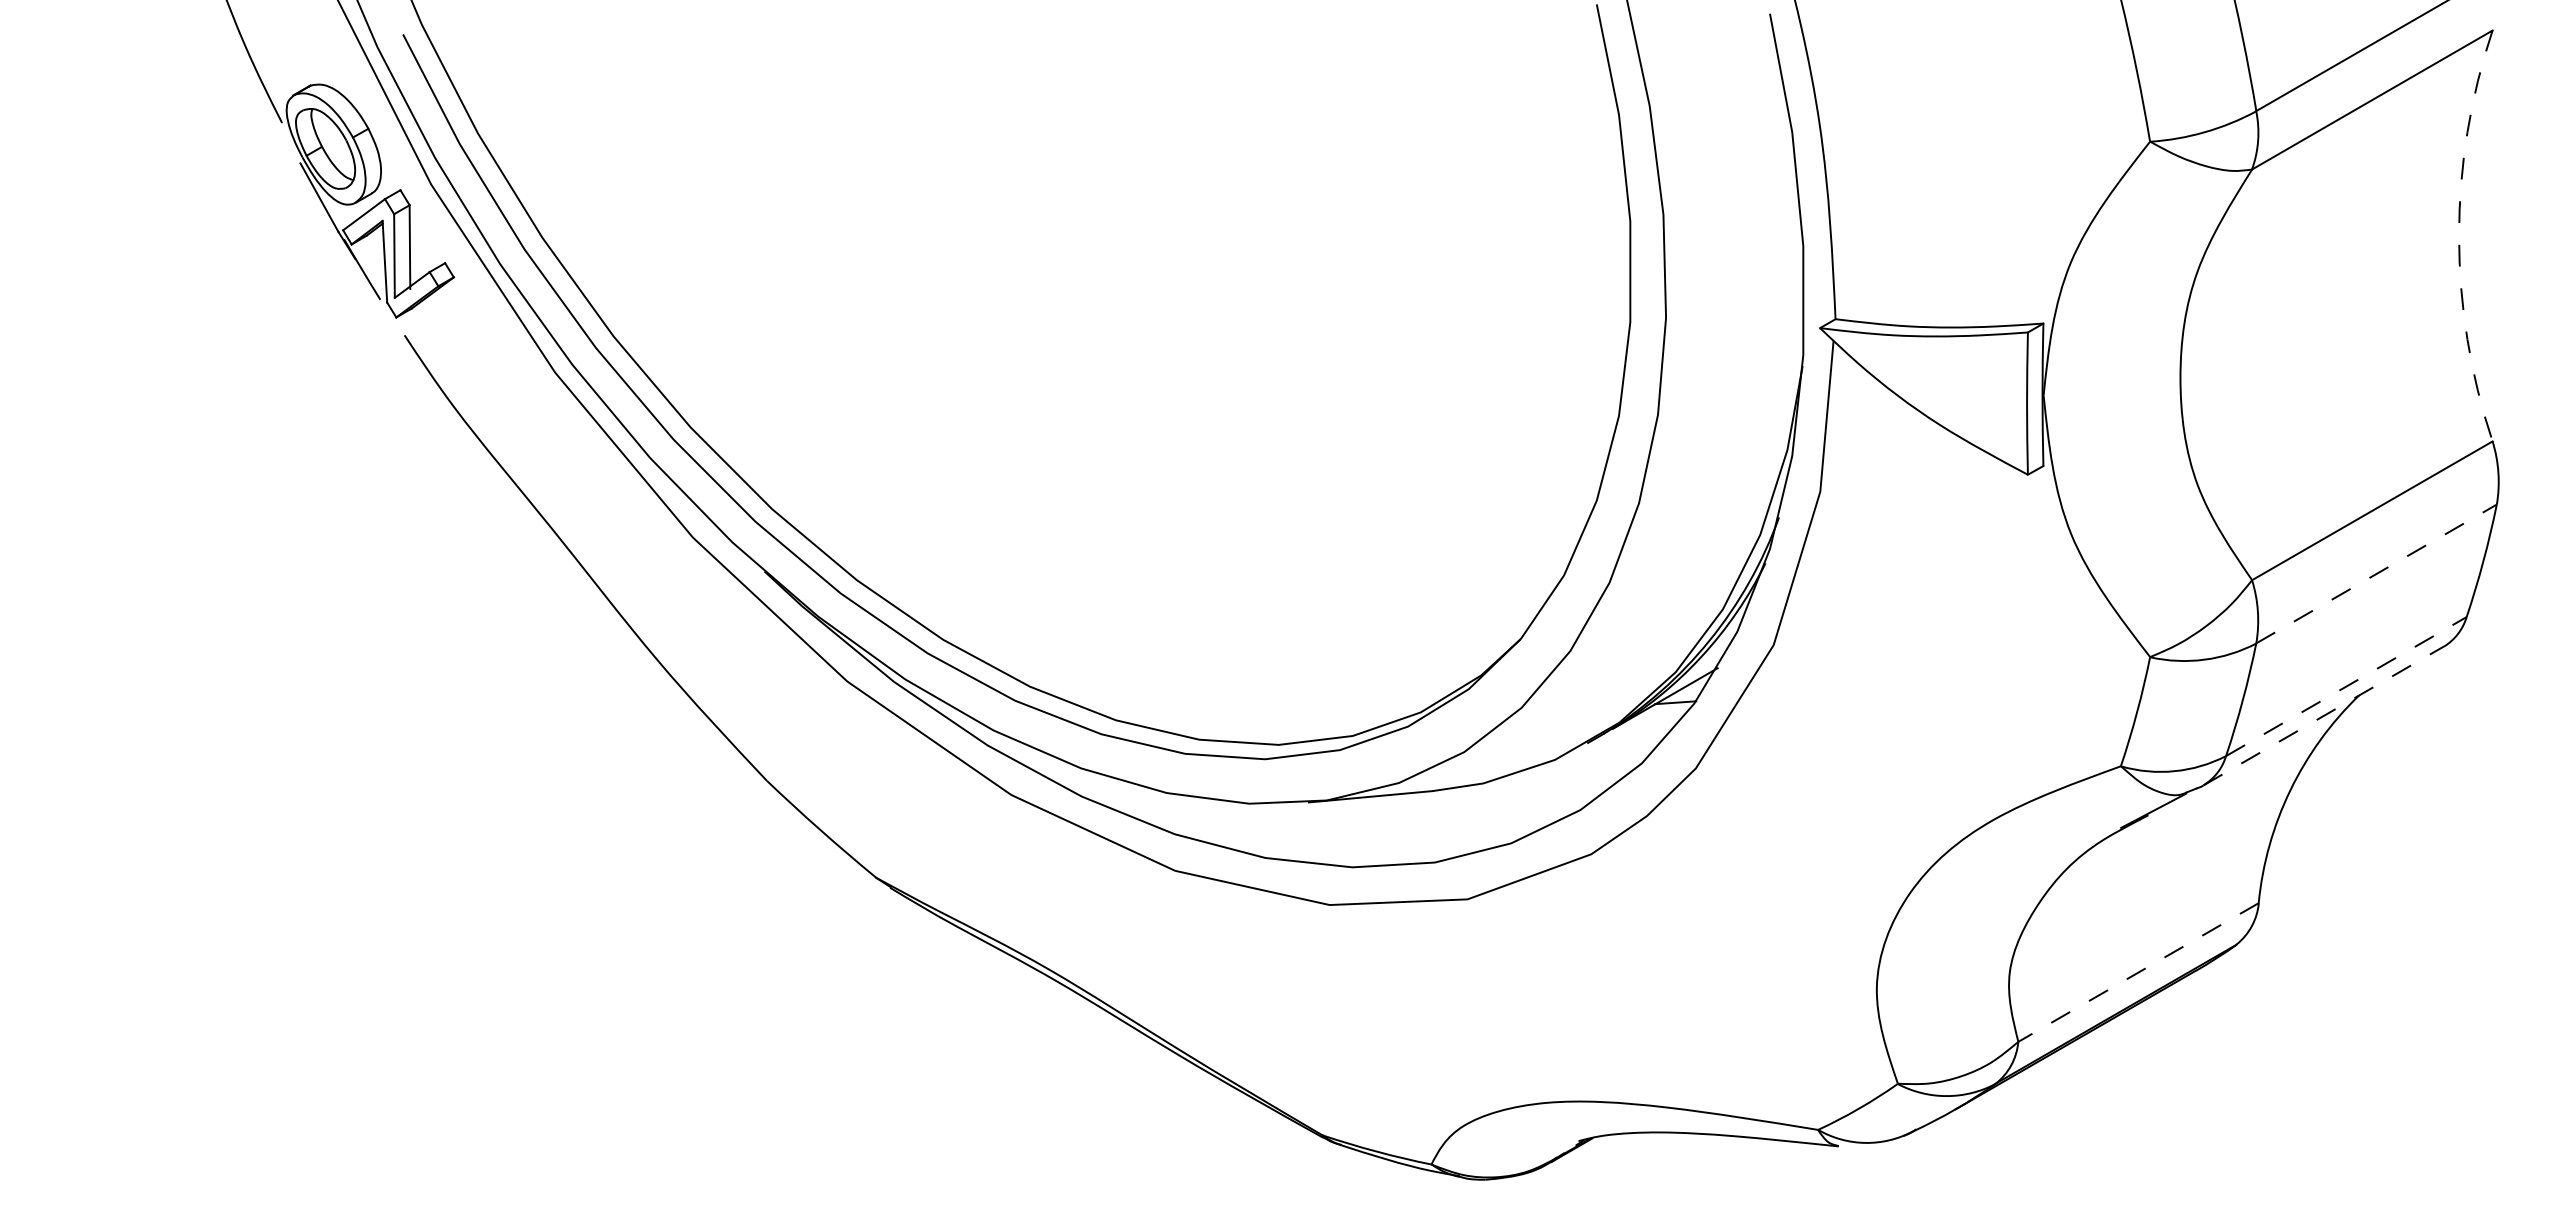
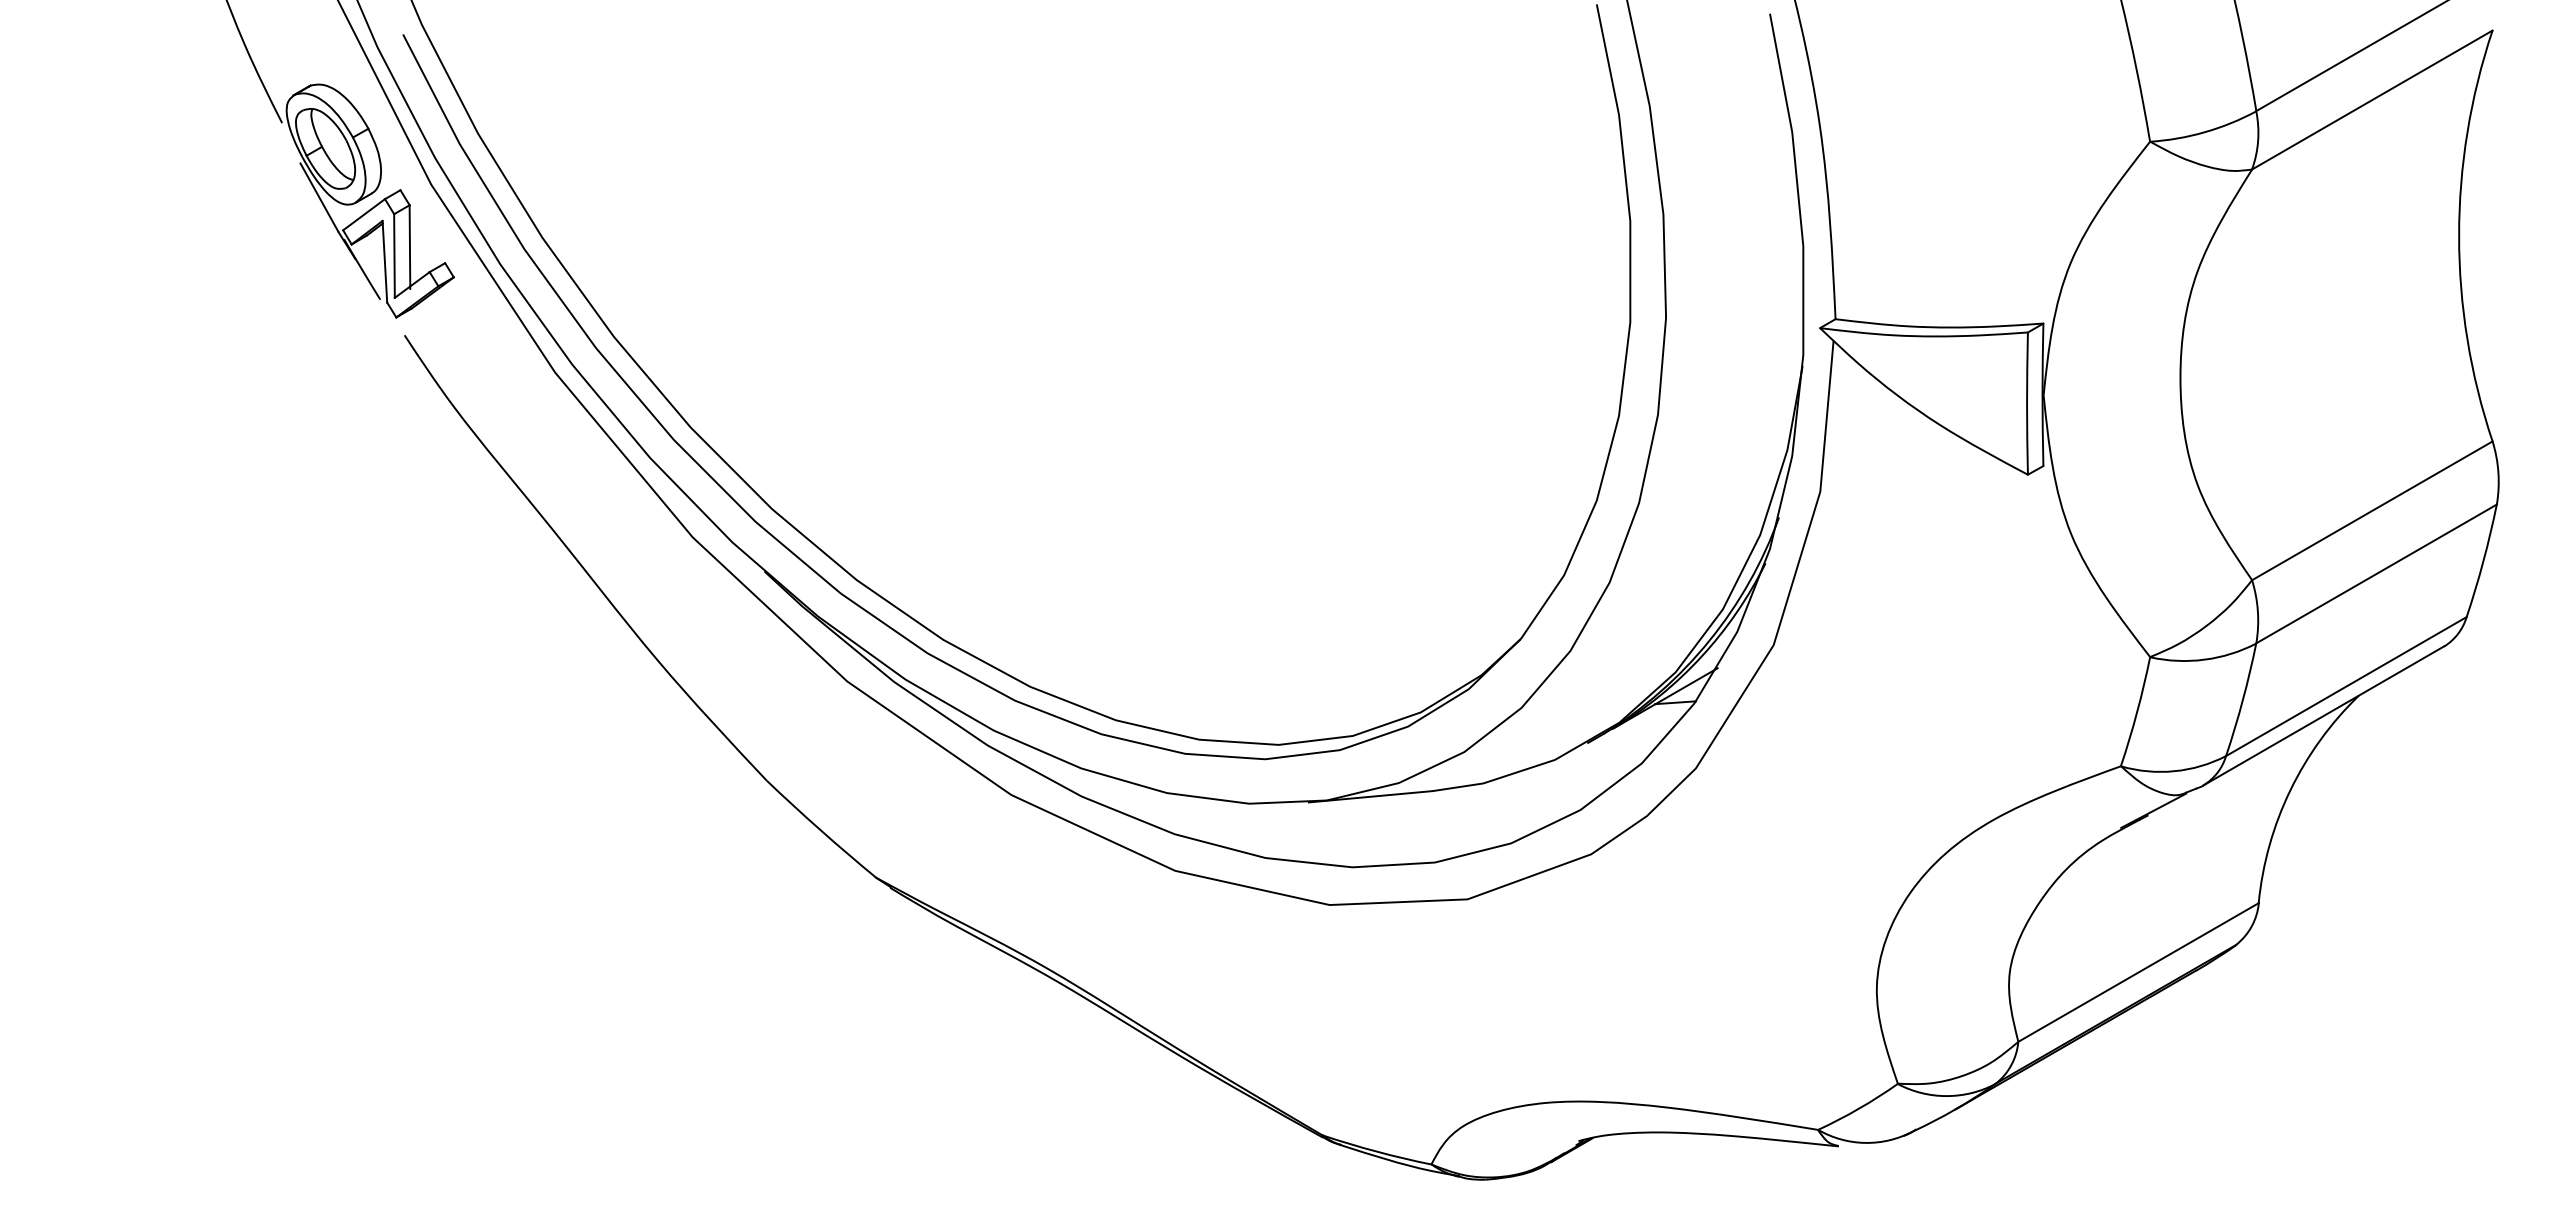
arc at (2459, 235): dashed -> solid
line at (2376, 573): dashed -> solid
line at (2346, 686): dashed -> solid
line at (2323, 715): dashed -> solid
line at (2138, 972): dashed -> solid
